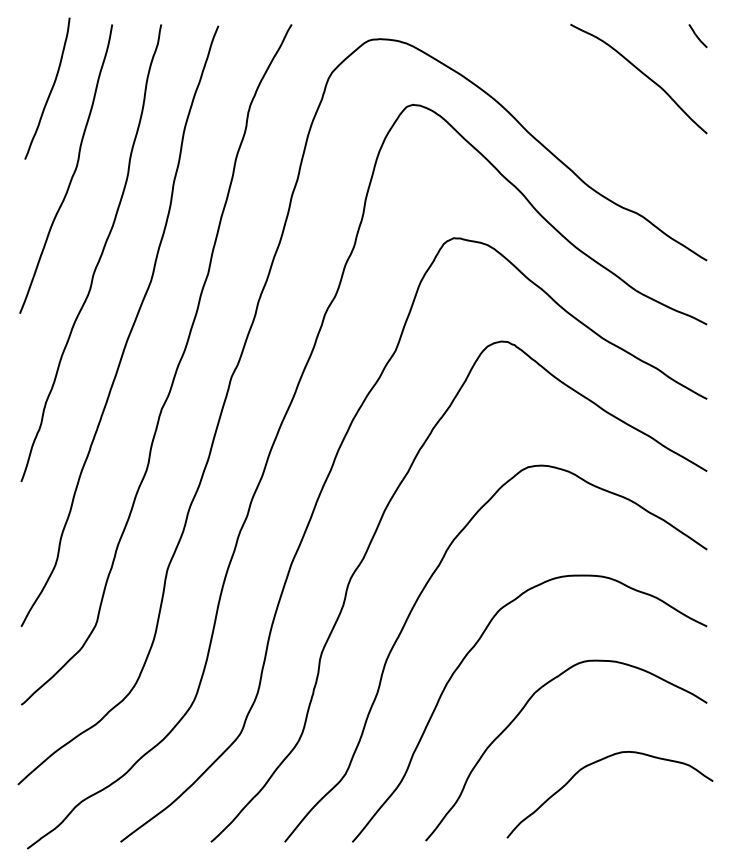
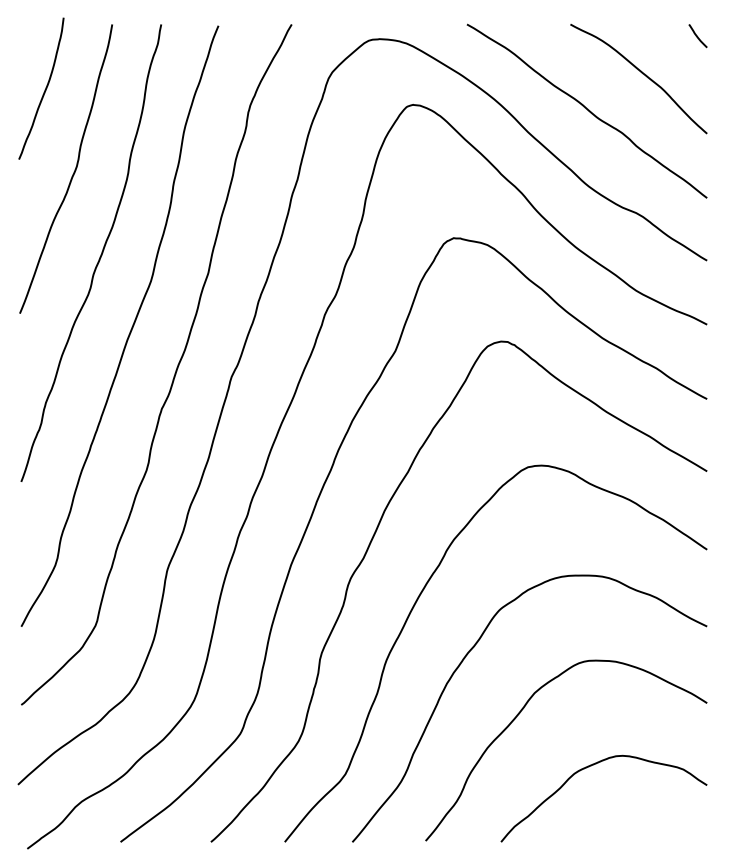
curve at (50, 89) position: (50, 89) -> (44, 89)
curve at (586, 109): none -> present
curve at (595, 763) position: (595, 763) -> (589, 767)
